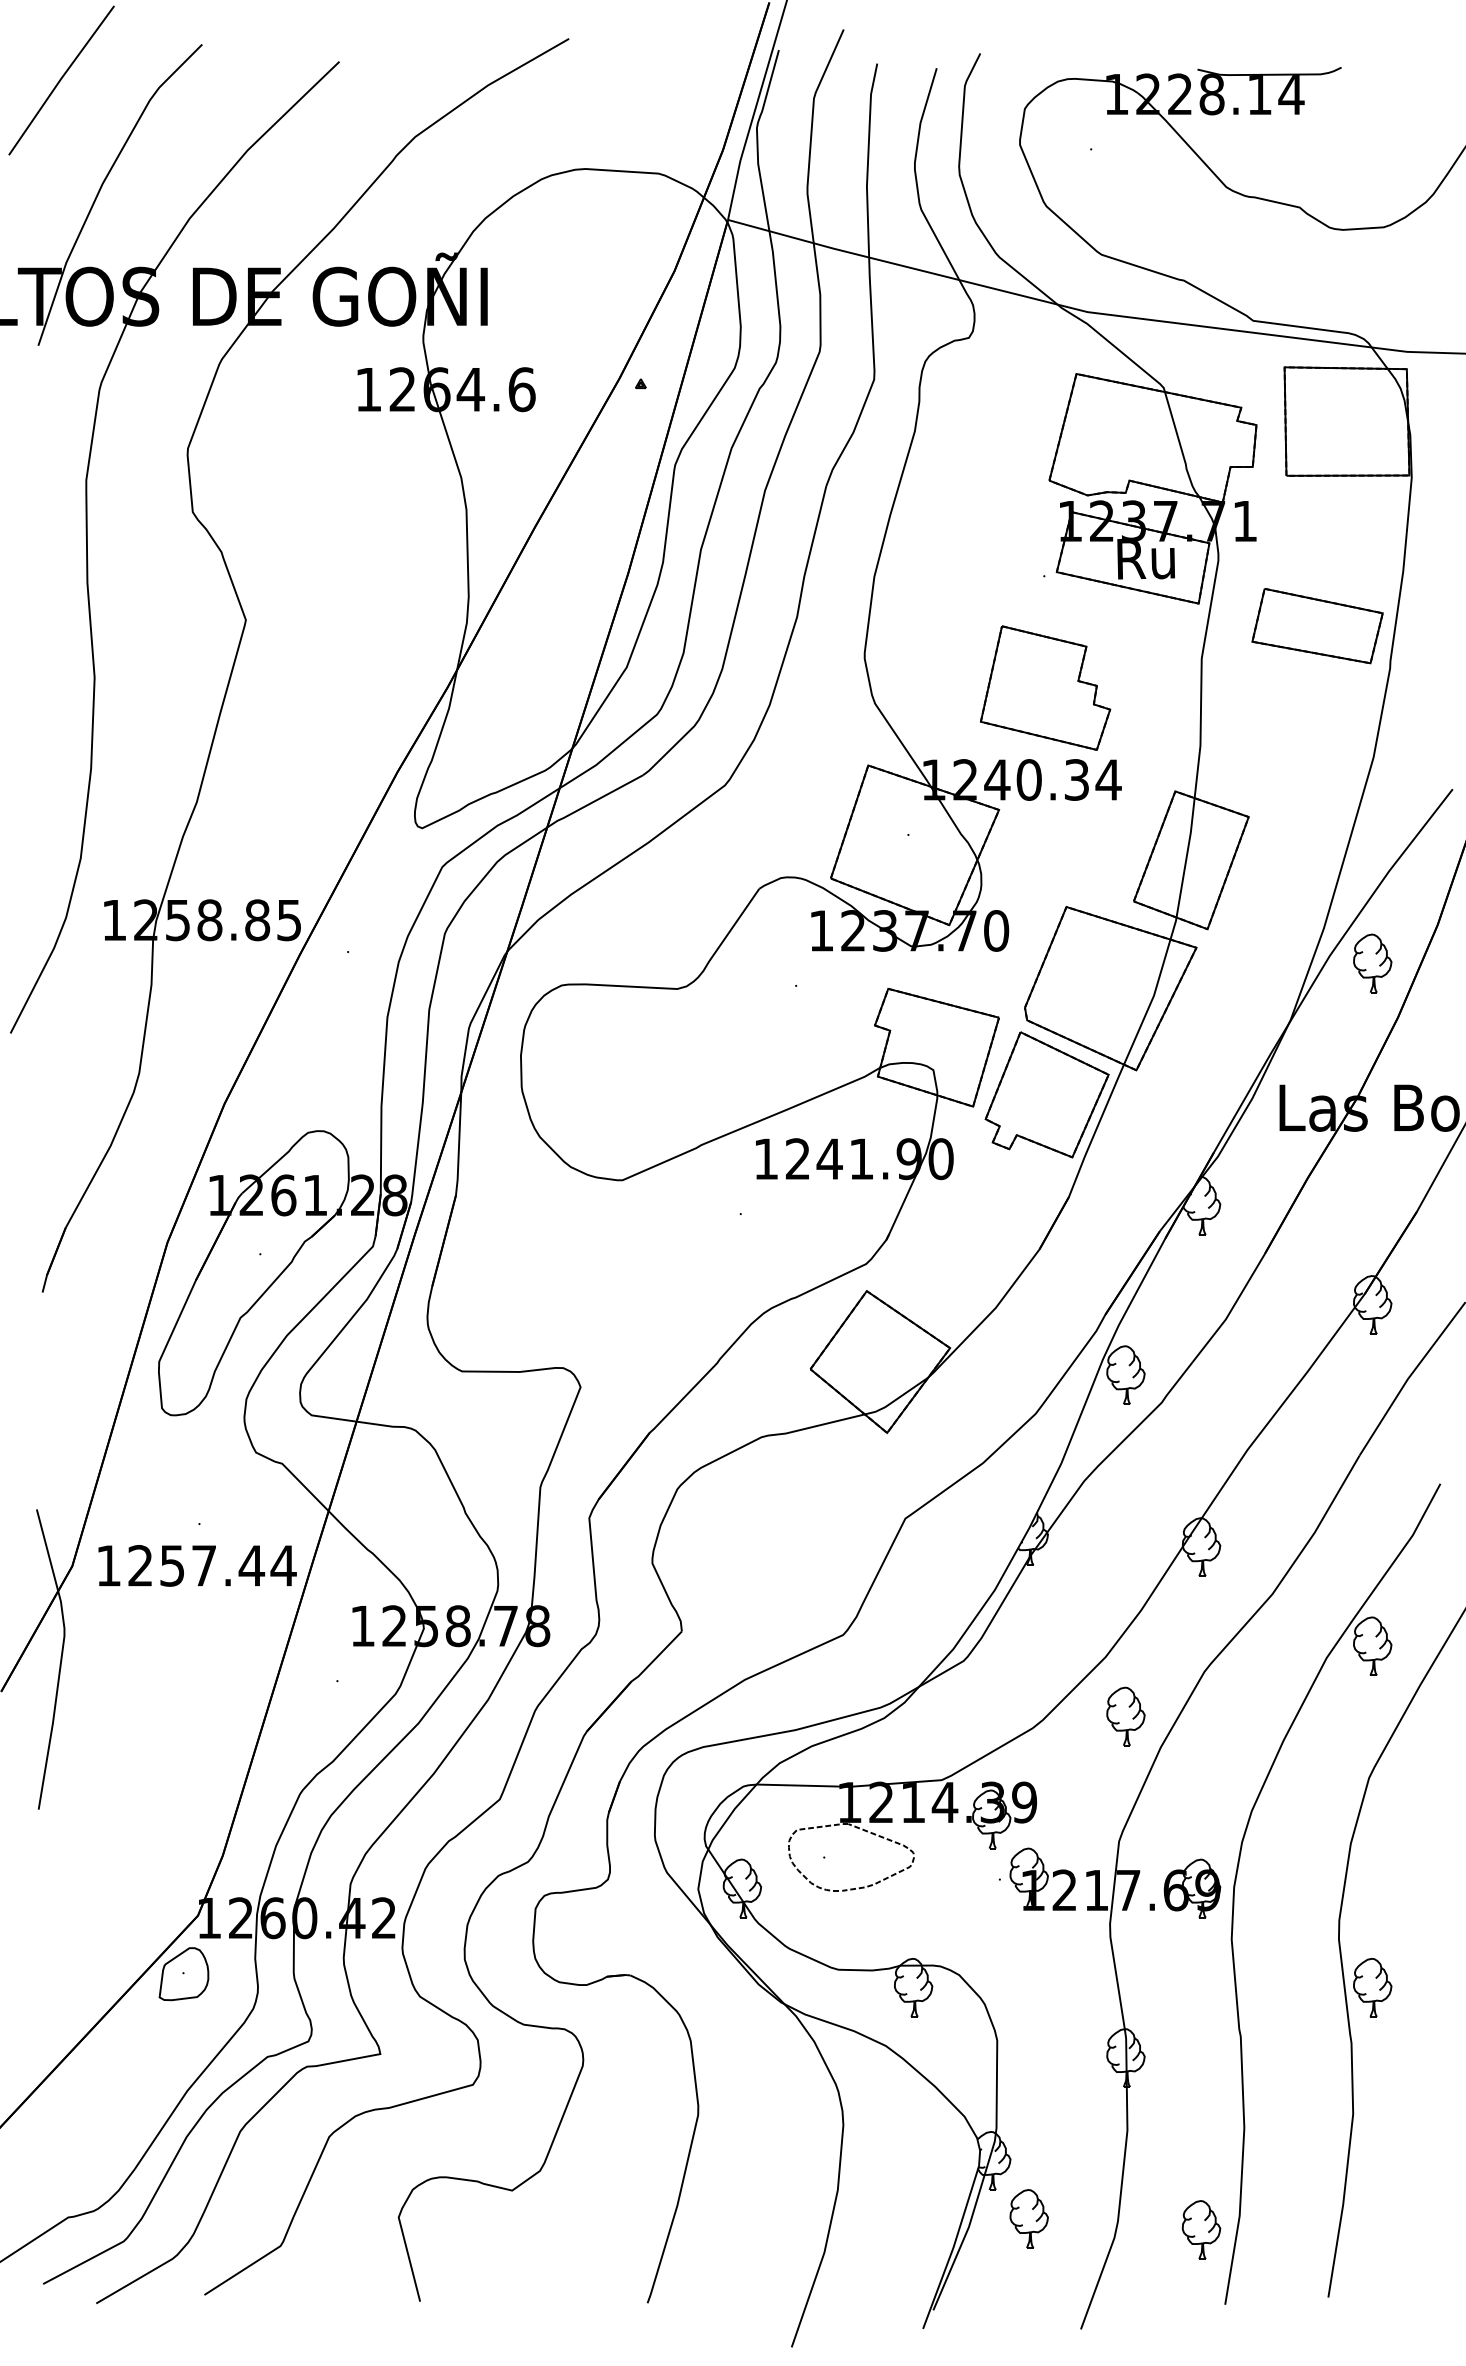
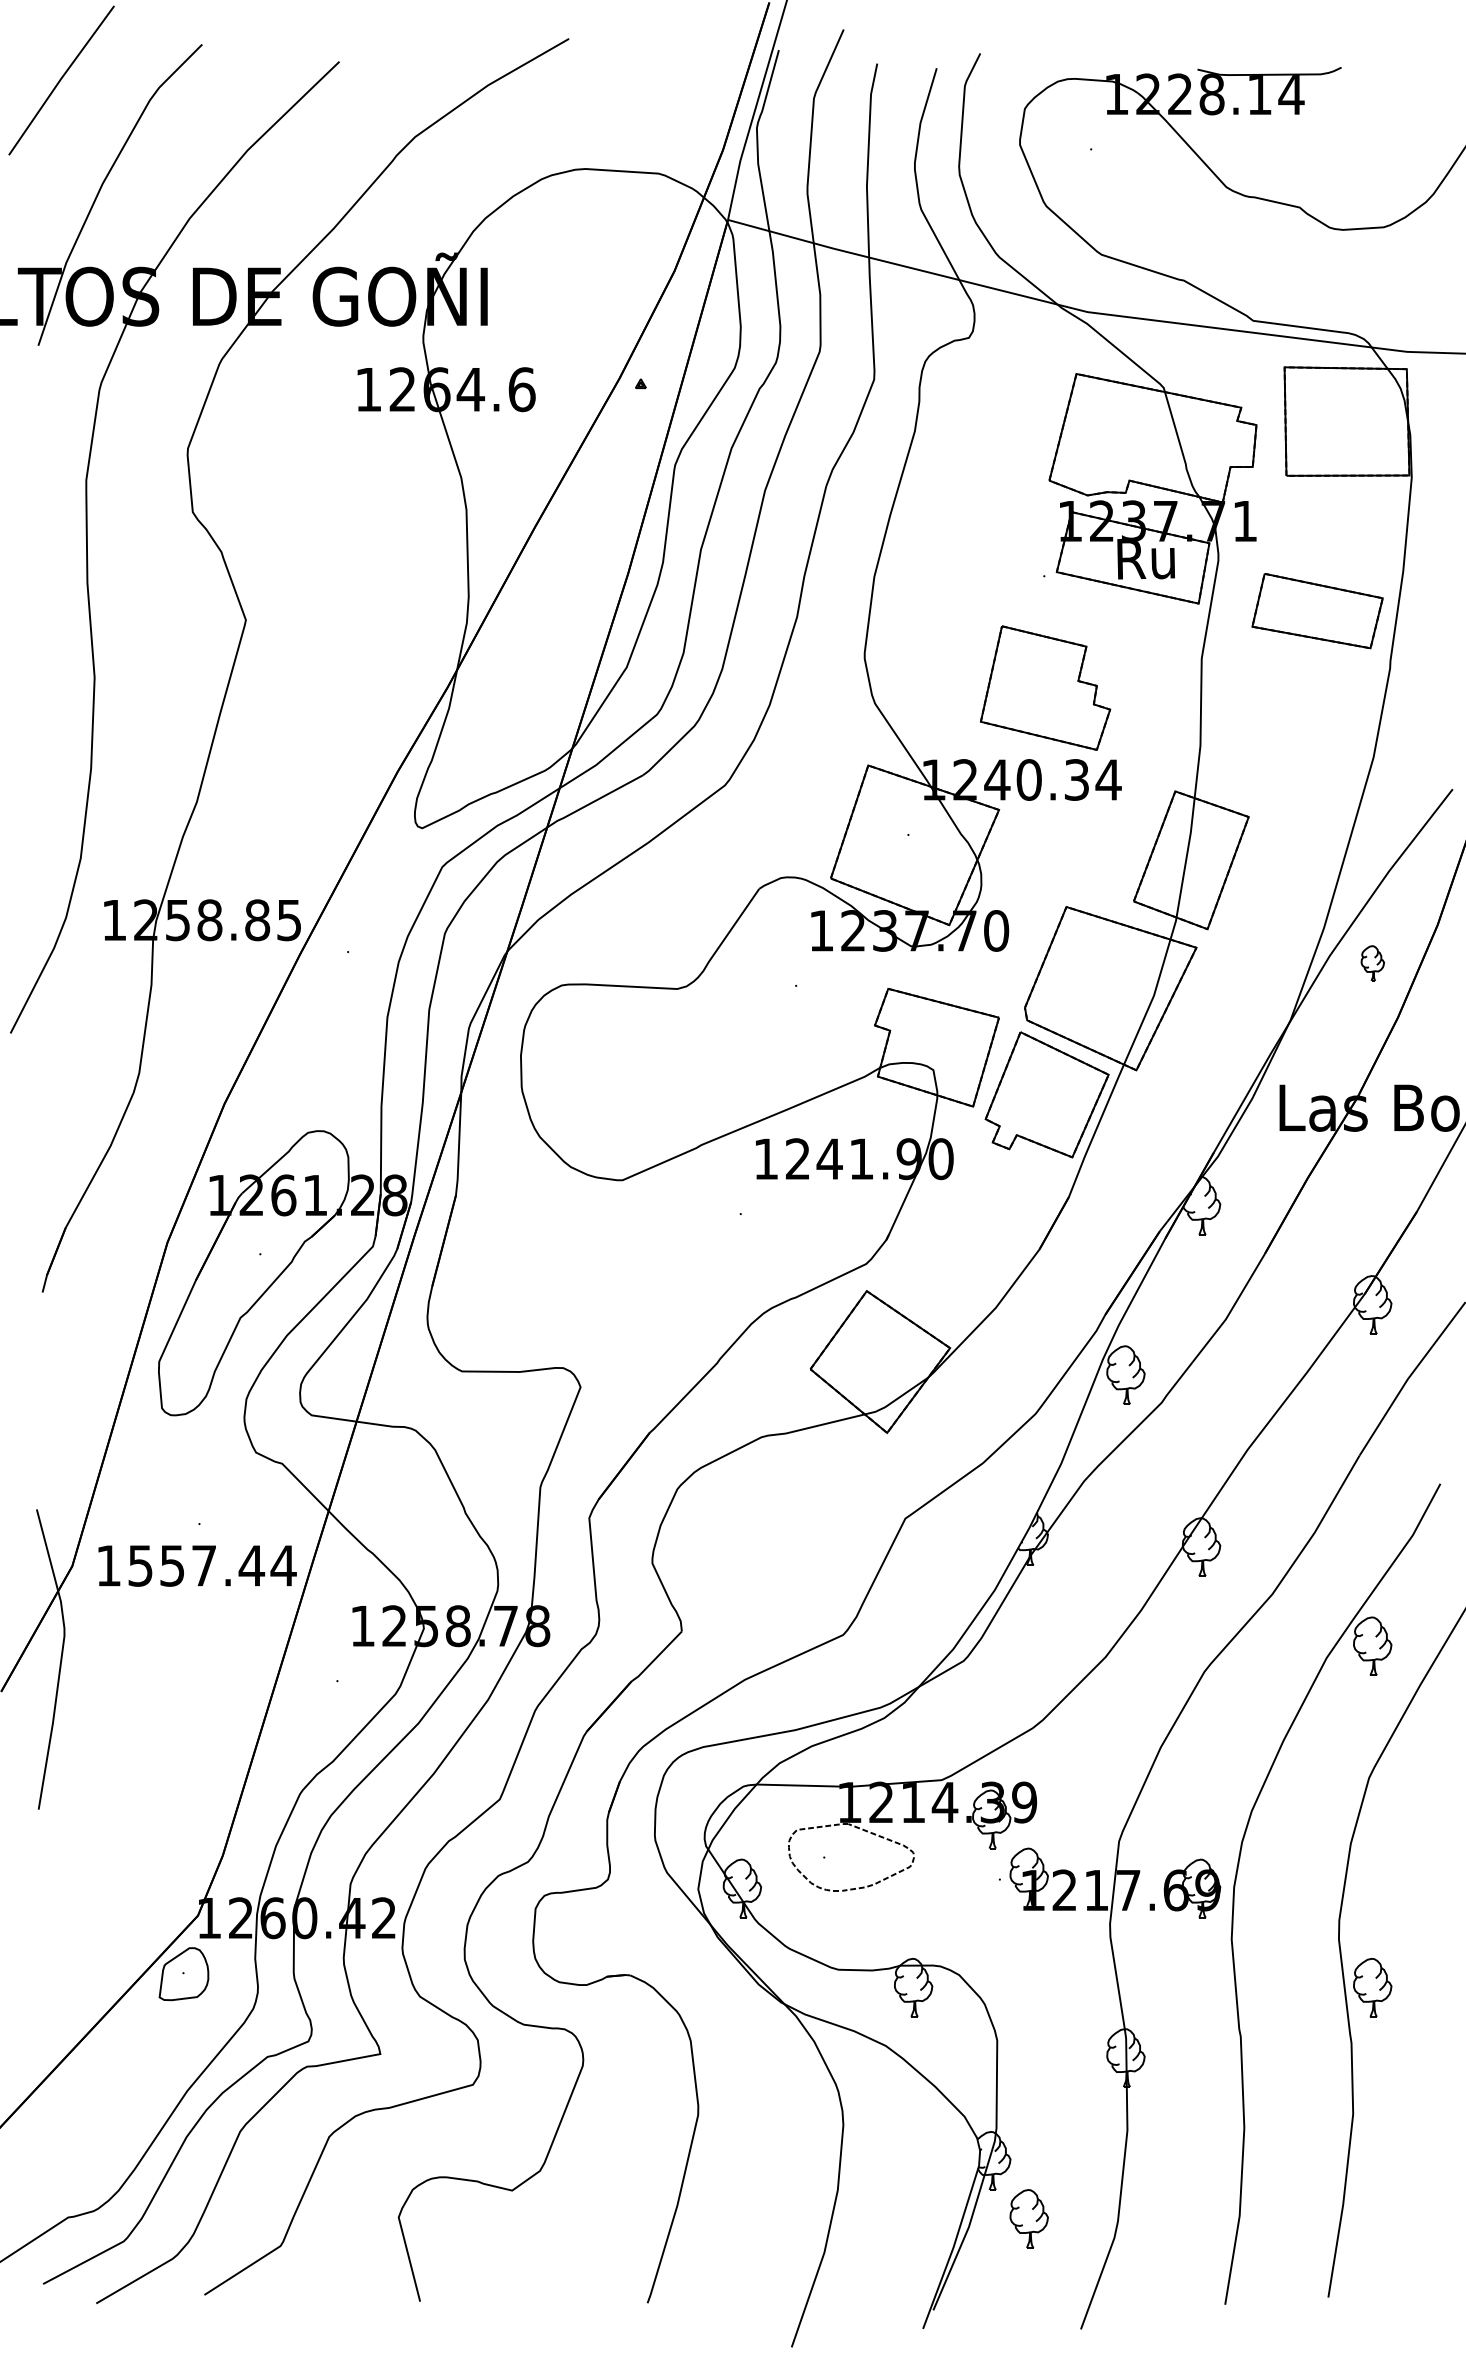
part at (1317, 626) position: (1317, 626) -> (1317, 611)
part at (1372, 963) size: 40x61 px -> 25x37 px
text at (140, 1565): 1257.44 -> 1557.44
part at (1125, 1716): present -> none
part at (1201, 2229): present -> none
